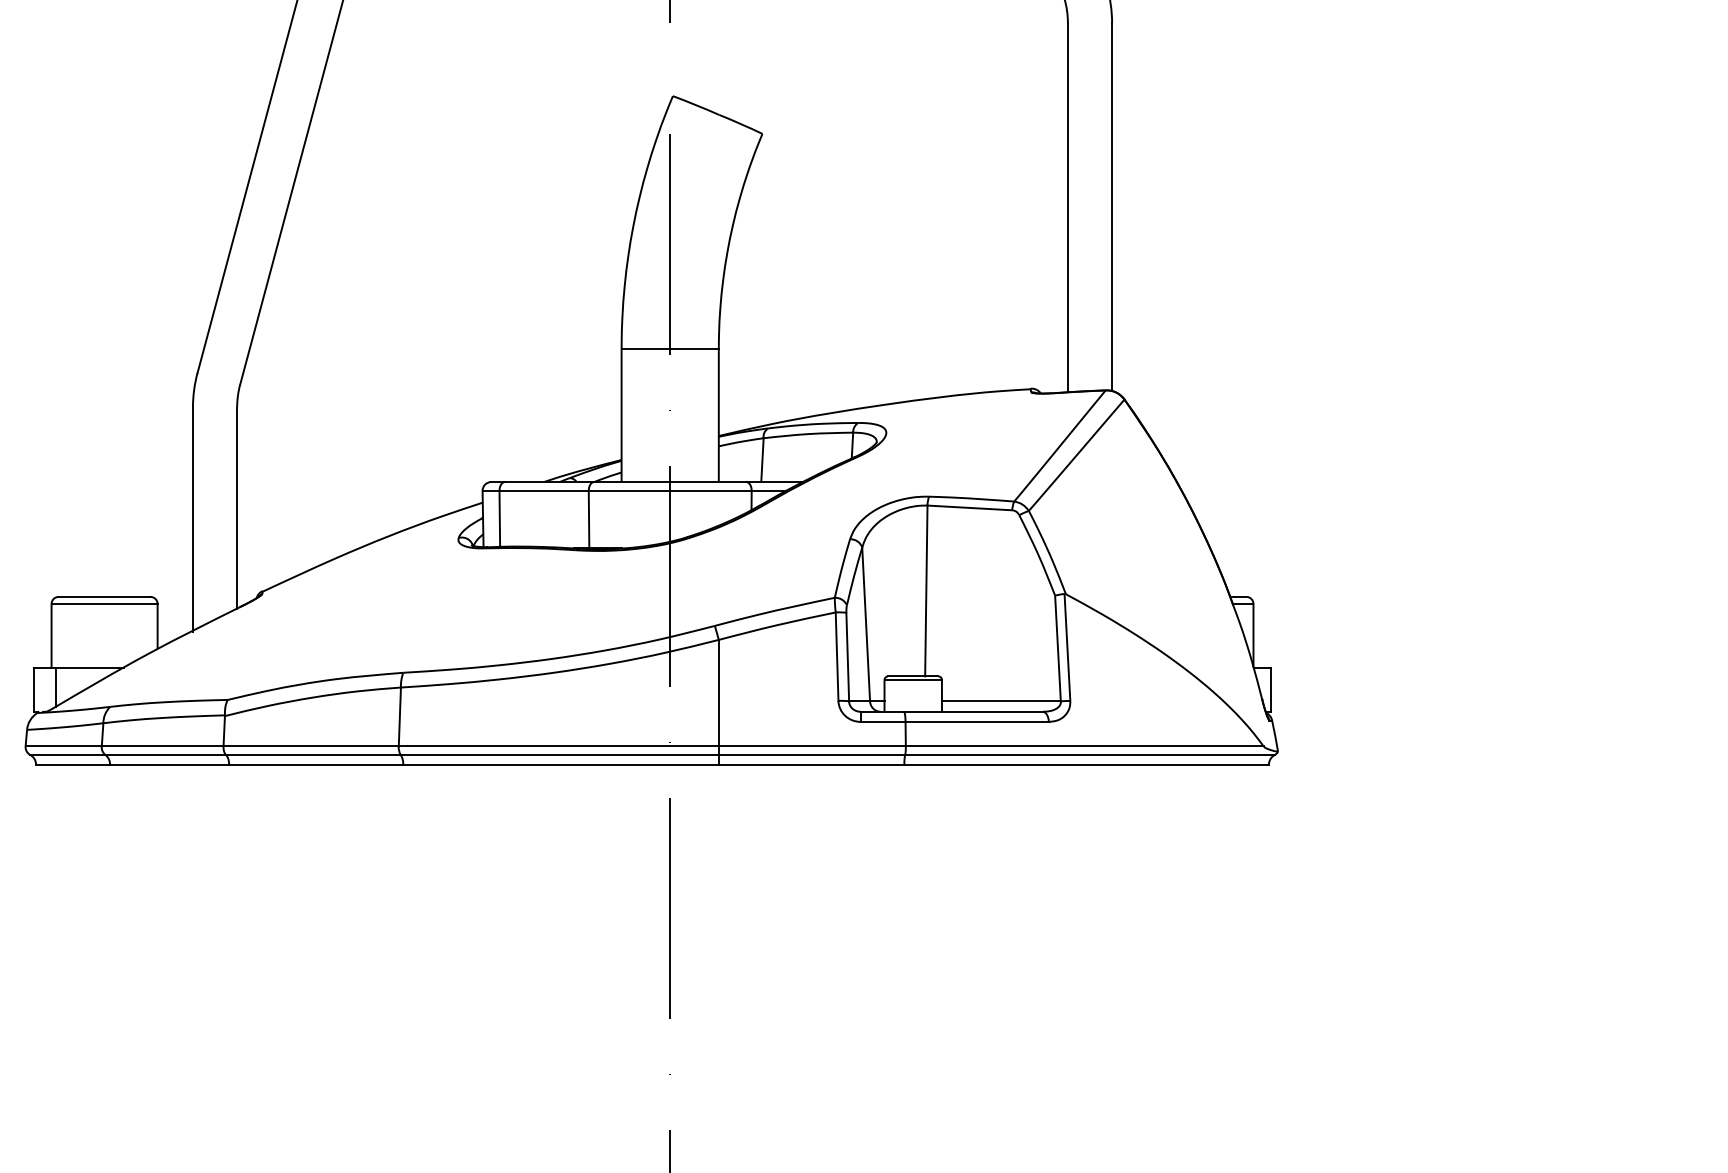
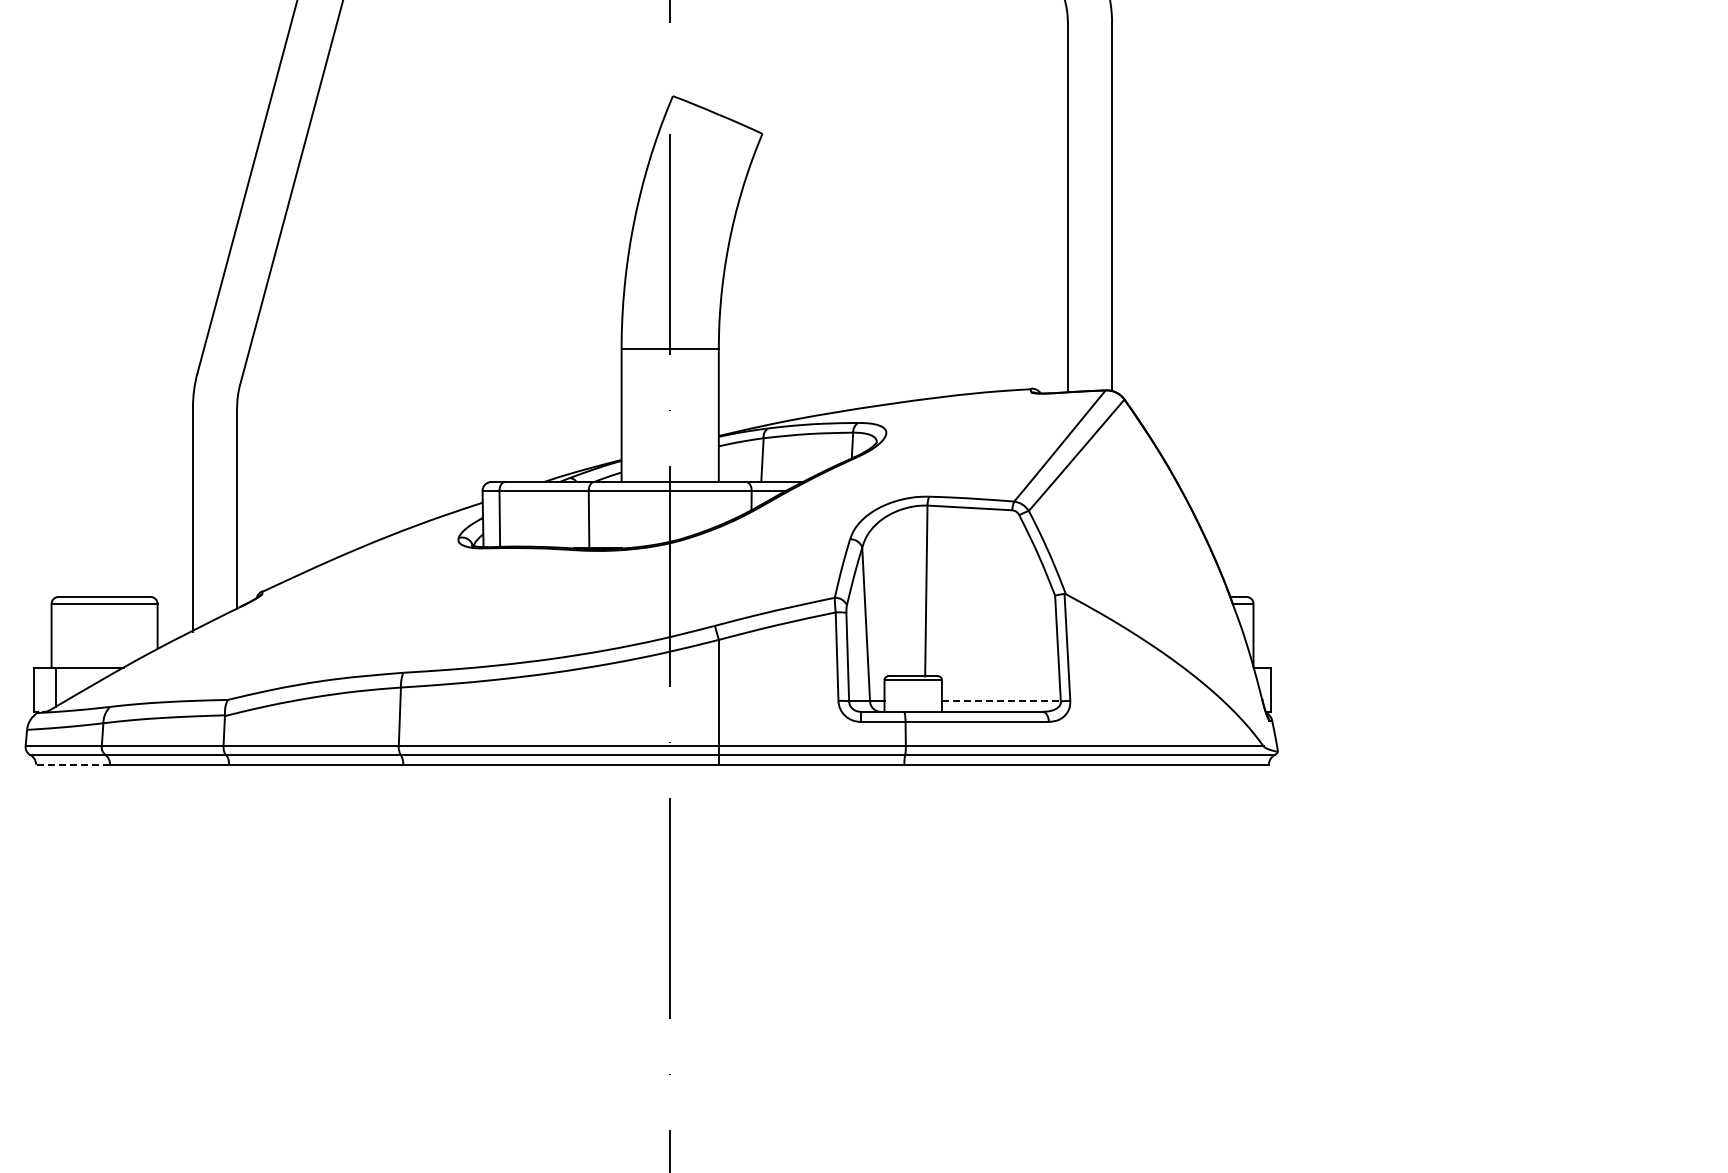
line at (1001, 701): solid -> dashed
line at (73, 764): solid -> dashed
